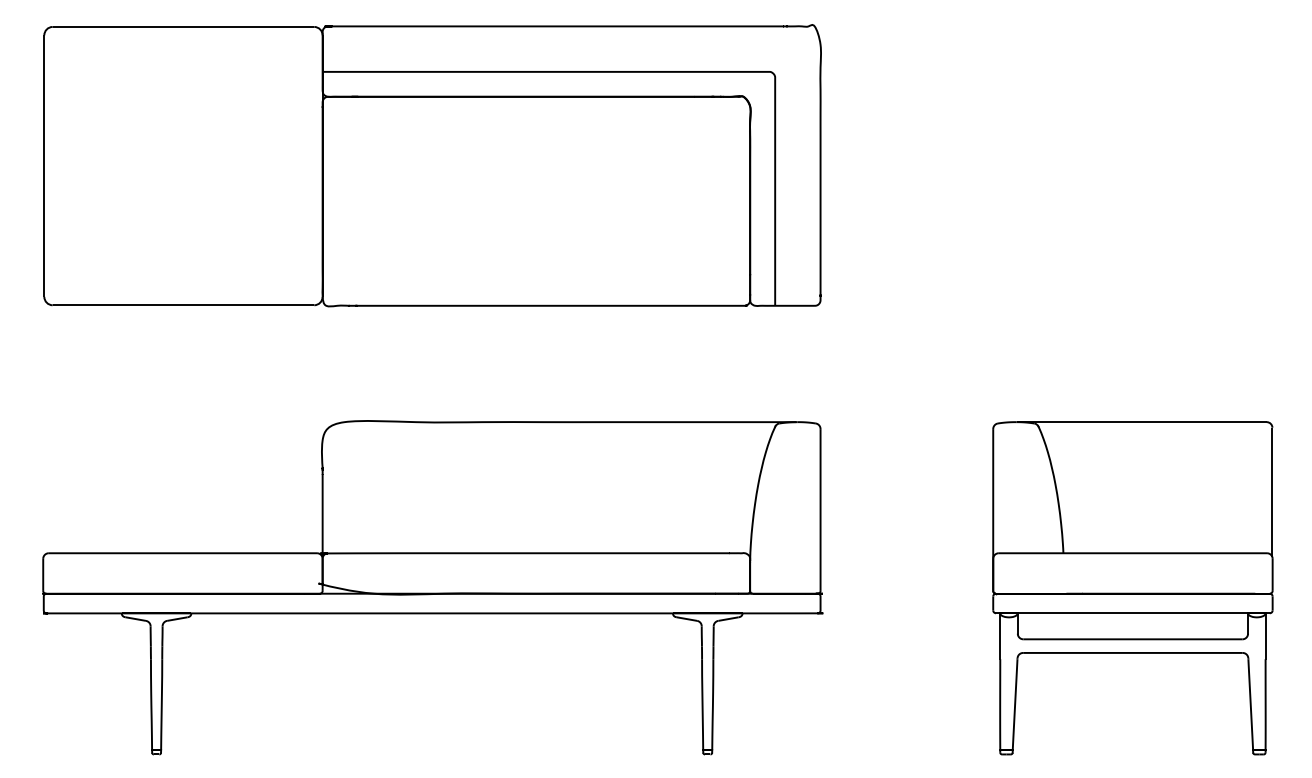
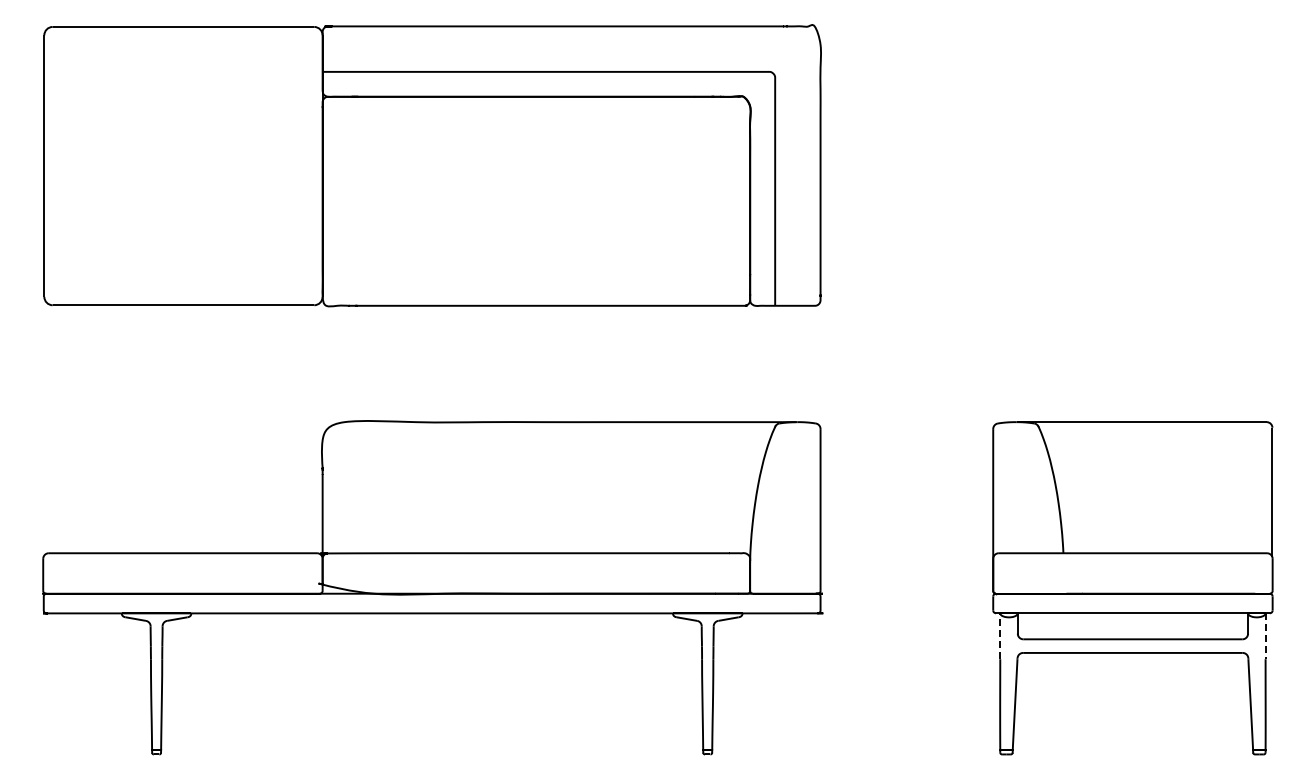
line at (1000, 636): solid -> dashed
line at (1265, 636): solid -> dashed
